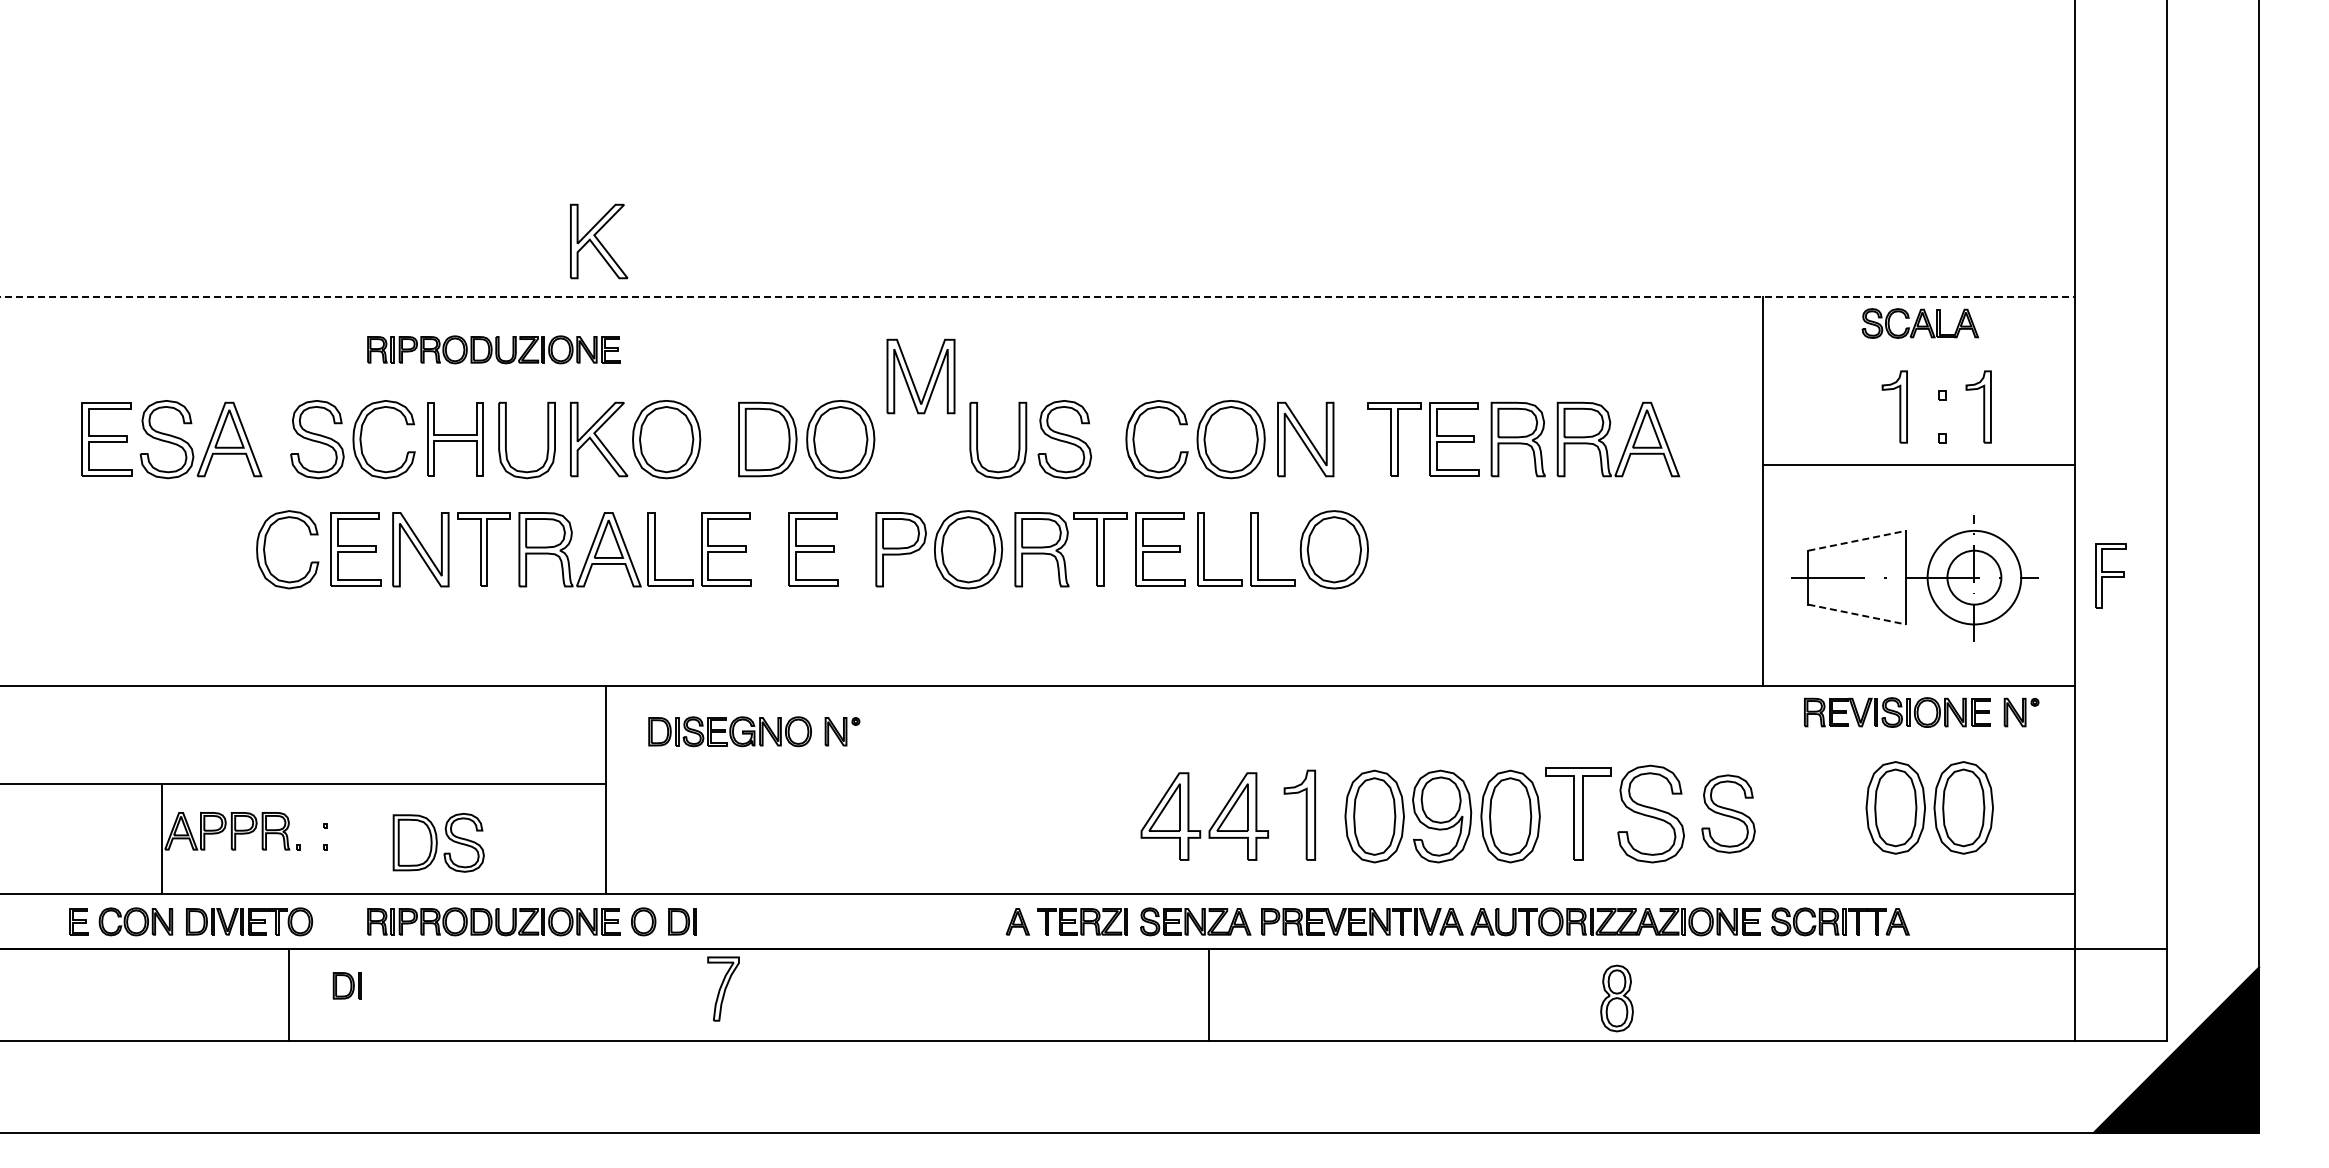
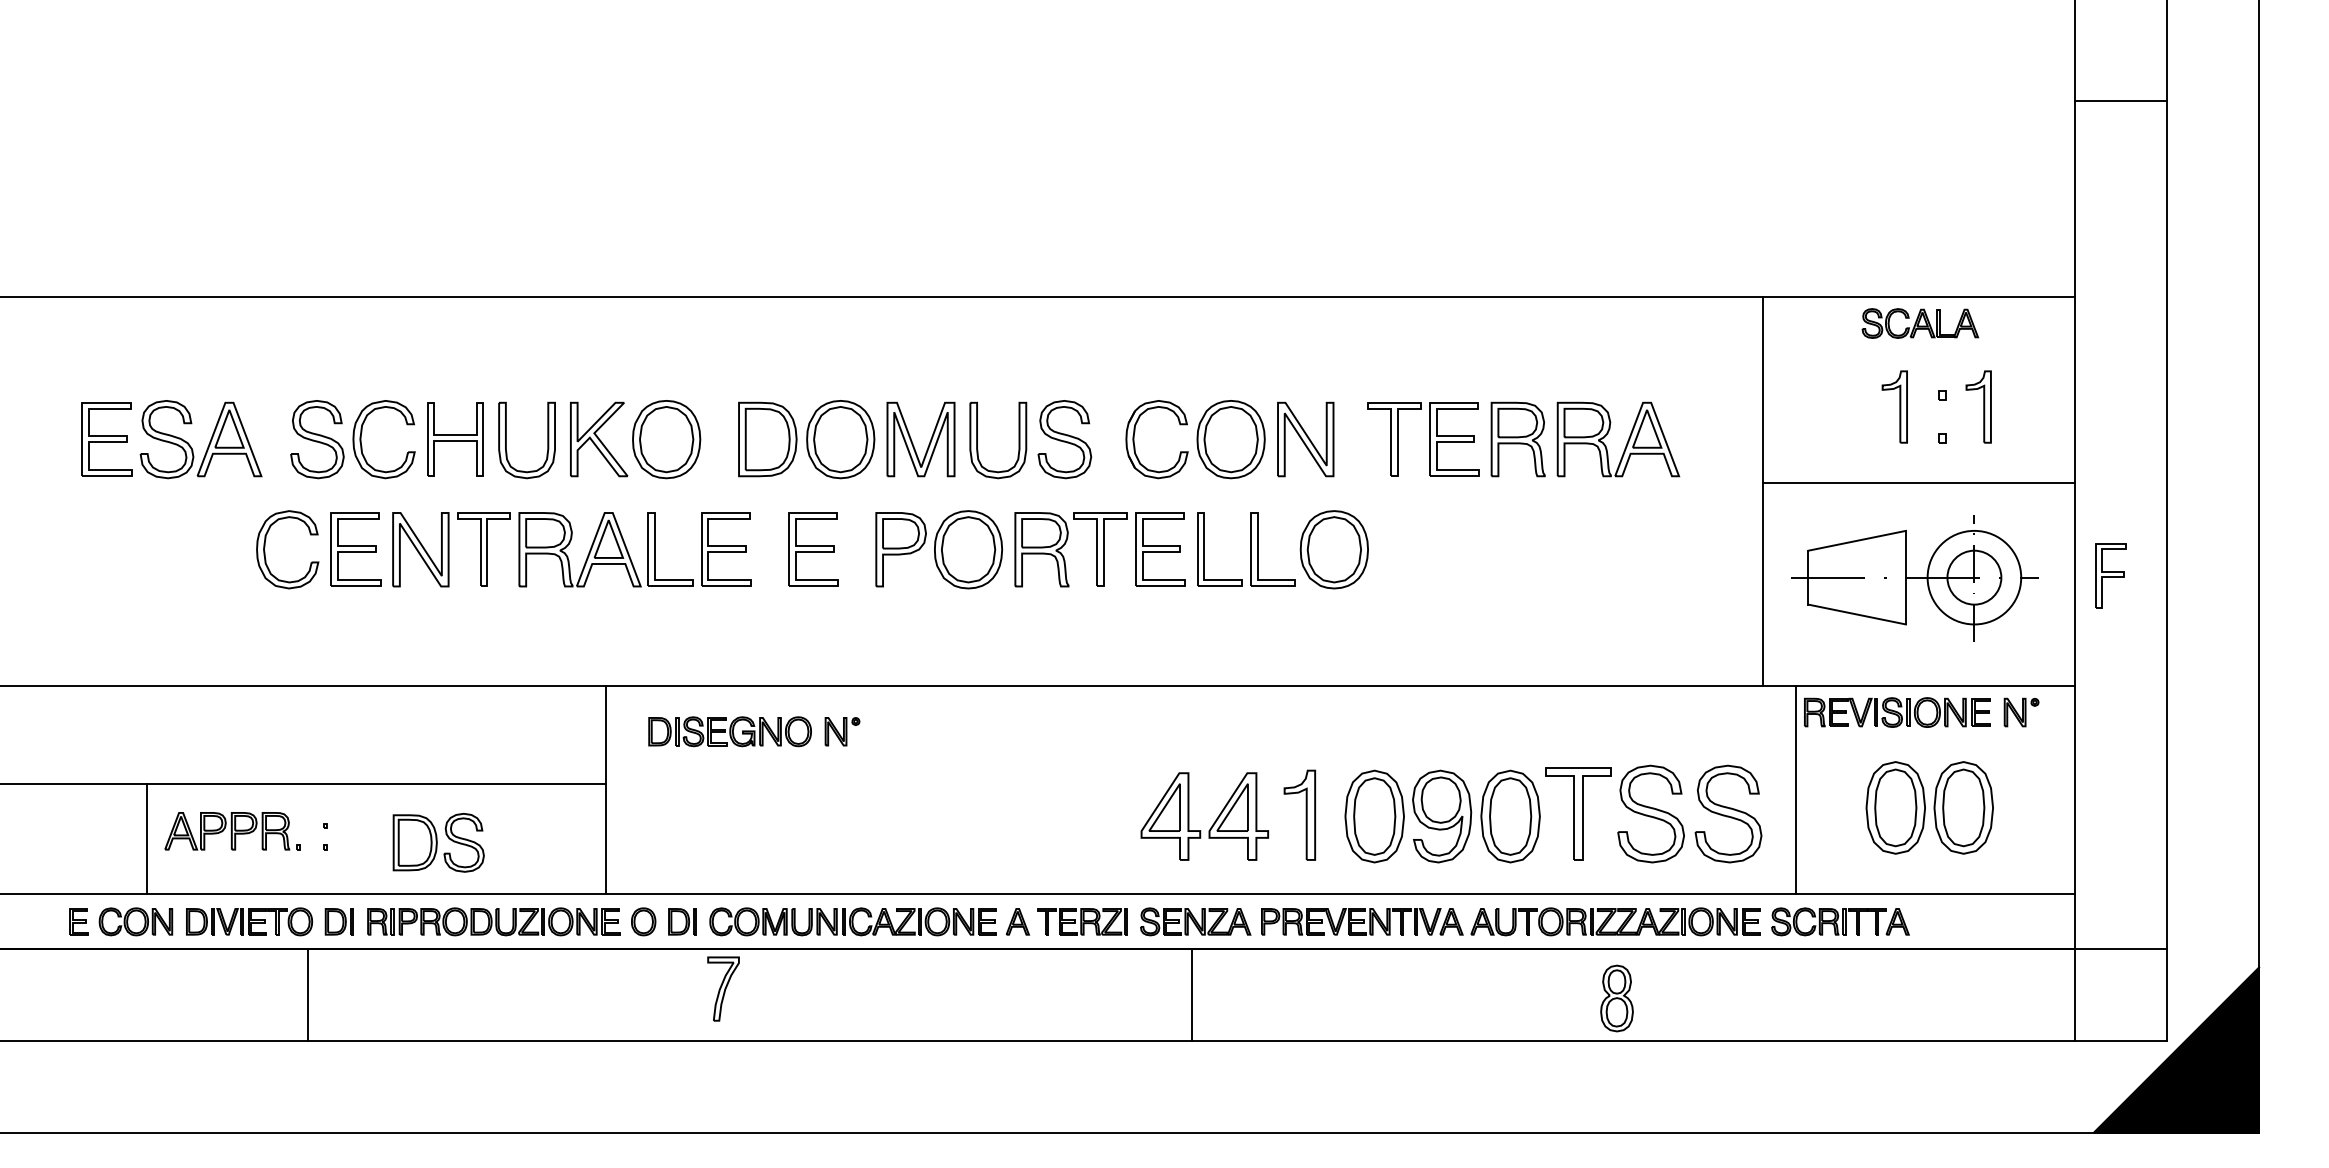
line at (2121, 101): none -> present
part at (599, 241): present -> none
line at (1037, 297): dashed -> solid
part at (493, 349): present -> none
part at (912, 377) position: (912, 377) -> (912, 440)
line at (1919, 464) position: (1919, 464) -> (1919, 482)
line at (1857, 540): dashed -> solid
line at (1857, 614): dashed -> solid
line at (1796, 789): none -> present
part at (1728, 813) size: 55x80 px -> 69x100 px
line at (162, 838) position: (162, 838) -> (147, 838)
part at (852, 921): none -> present
part at (346, 985) position: (346, 985) -> (338, 921)
line at (288, 994) position: (288, 994) -> (307, 994)
line at (1208, 994) position: (1208, 994) -> (1191, 994)
